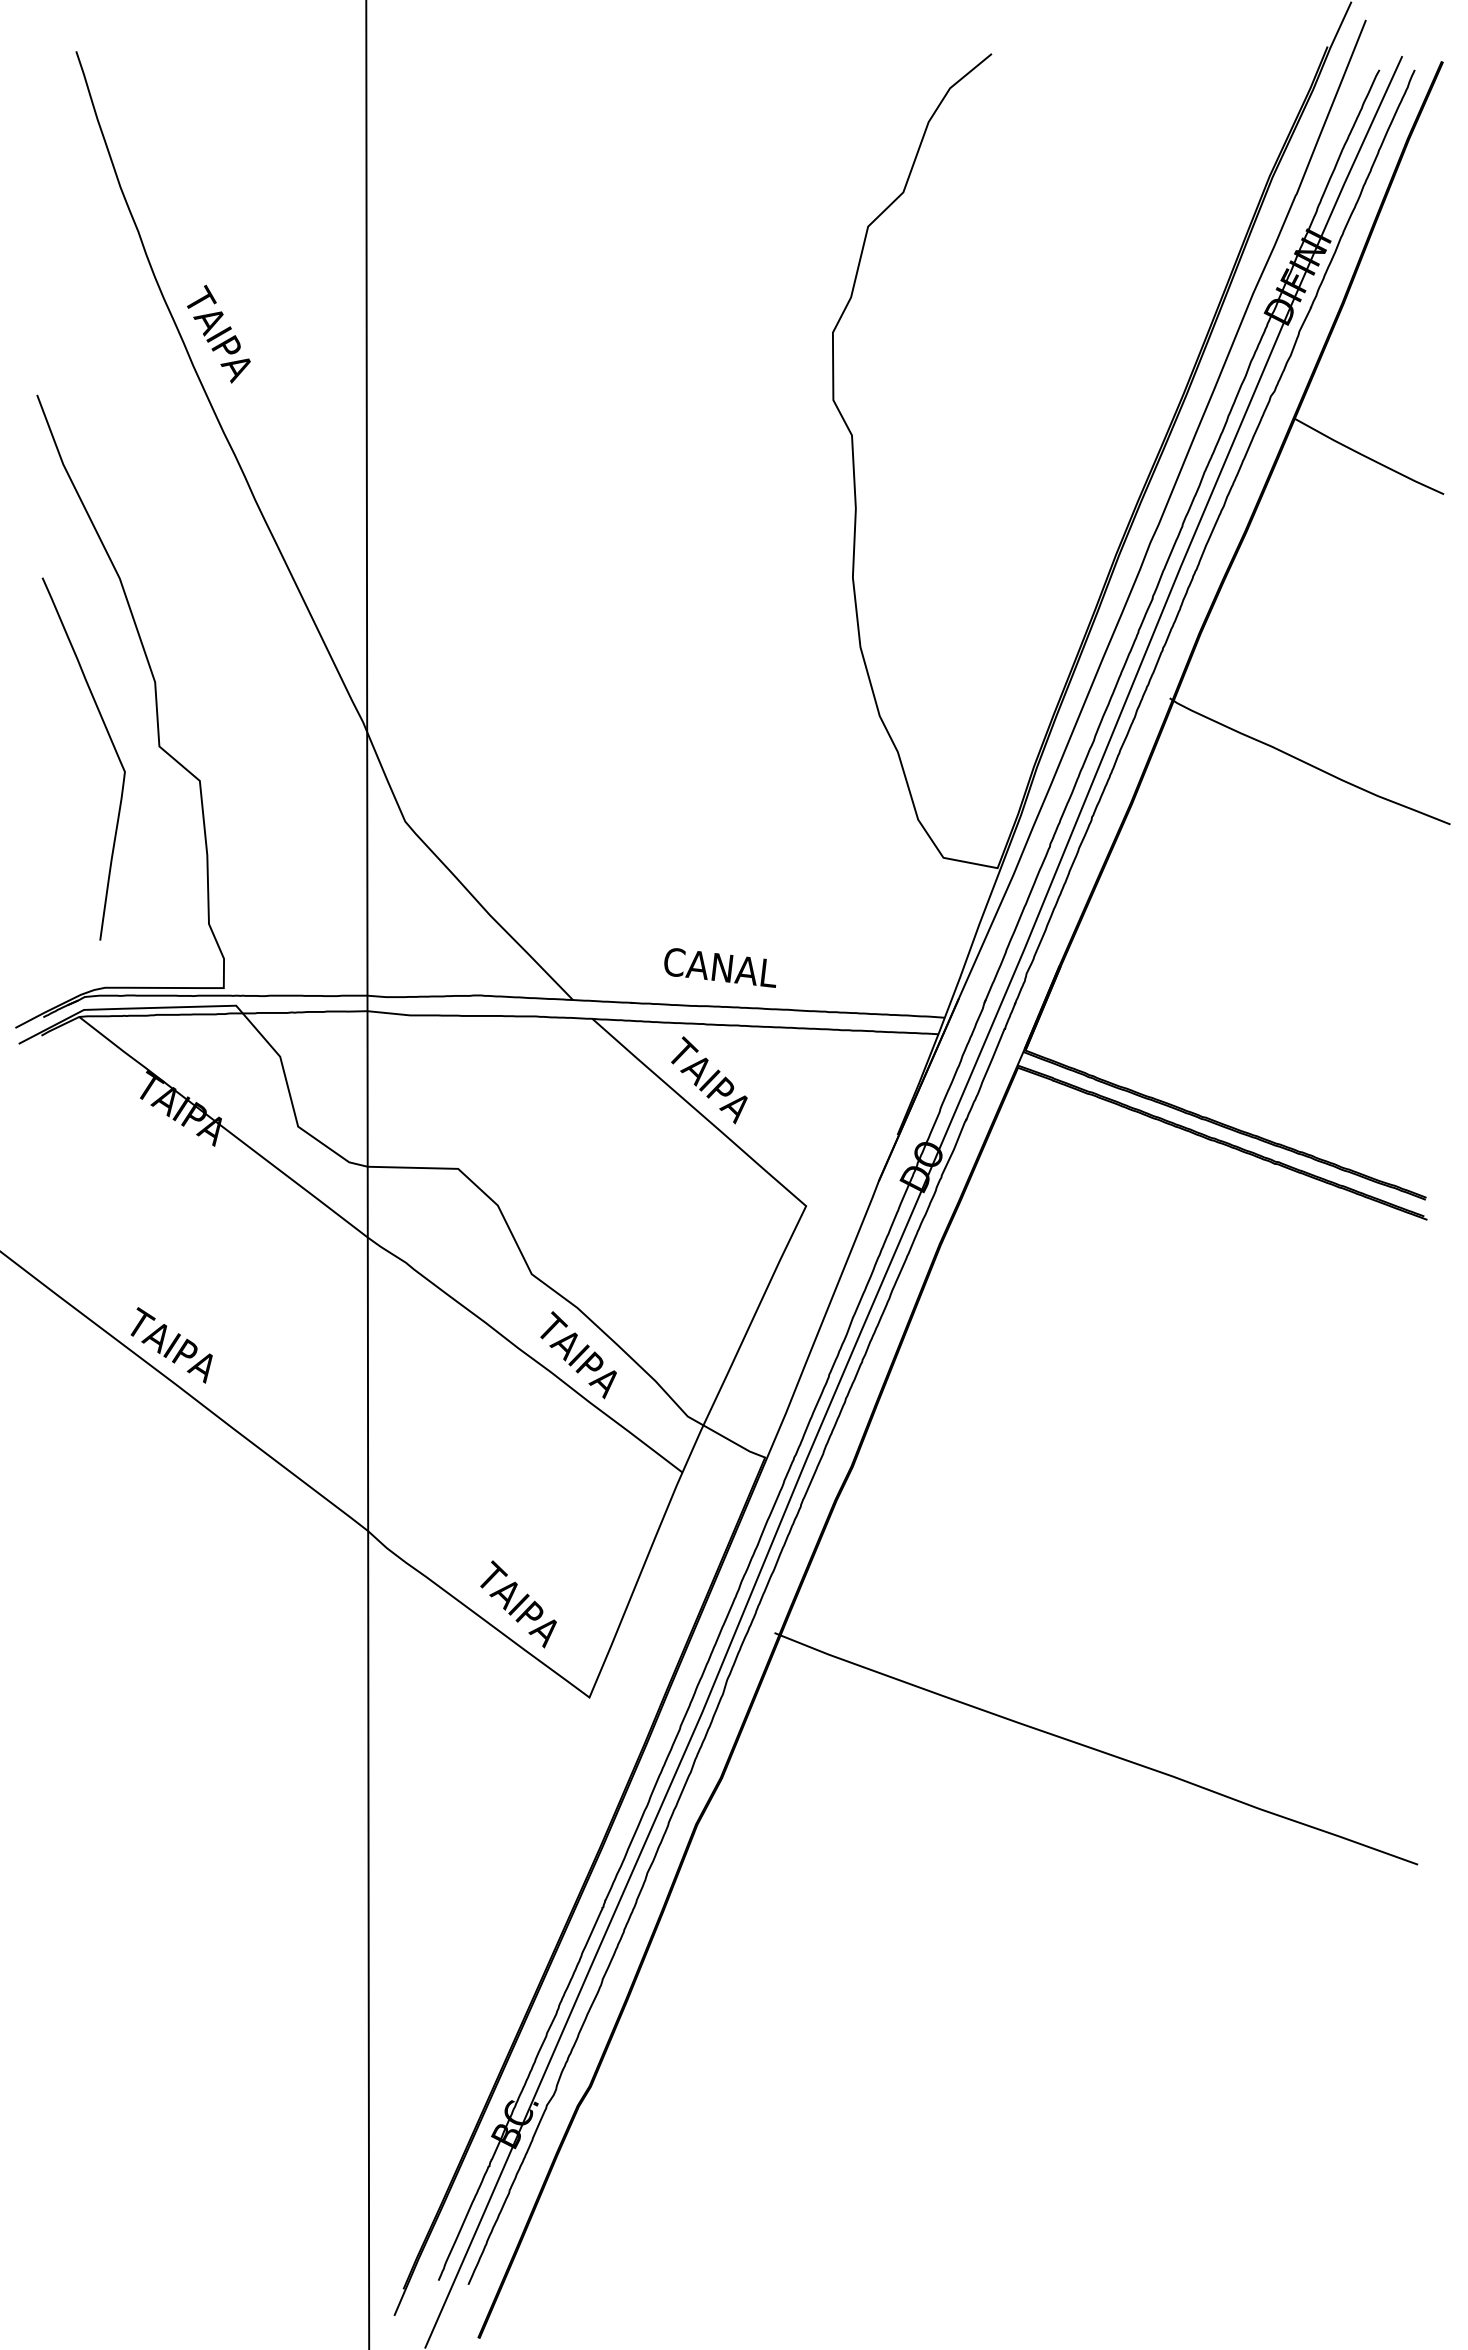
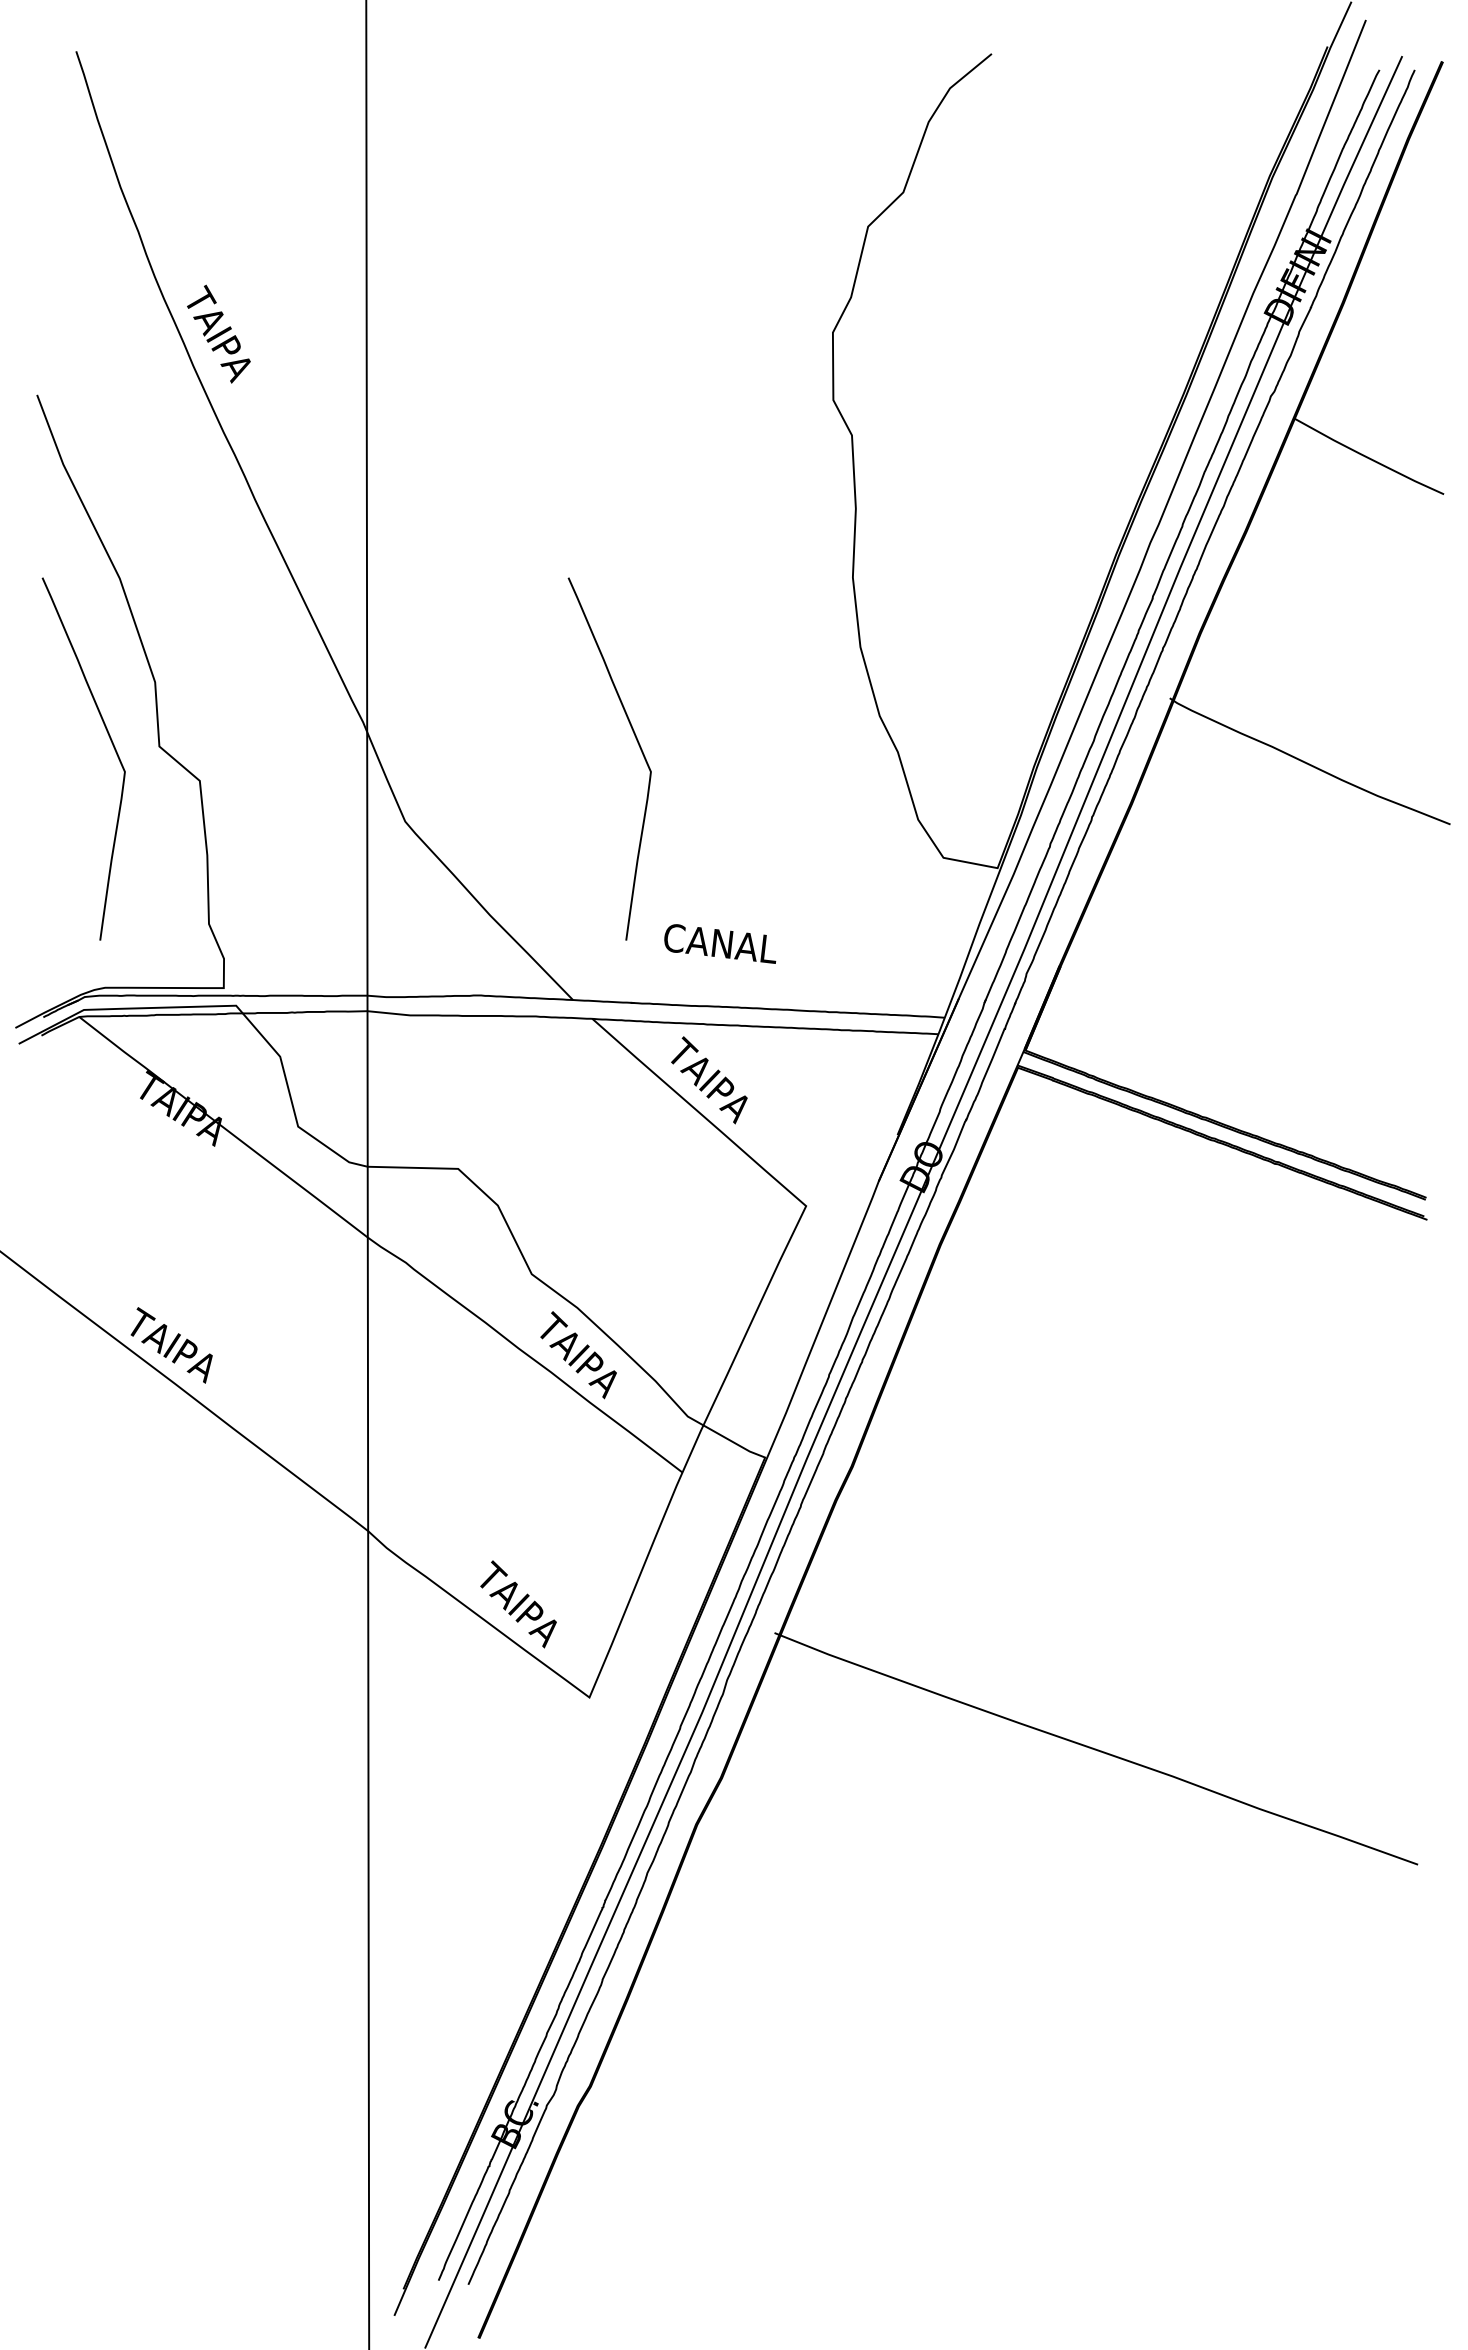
curve at (639, 748): none -> present
text at (720, 967) position: (720, 967) -> (720, 943)
